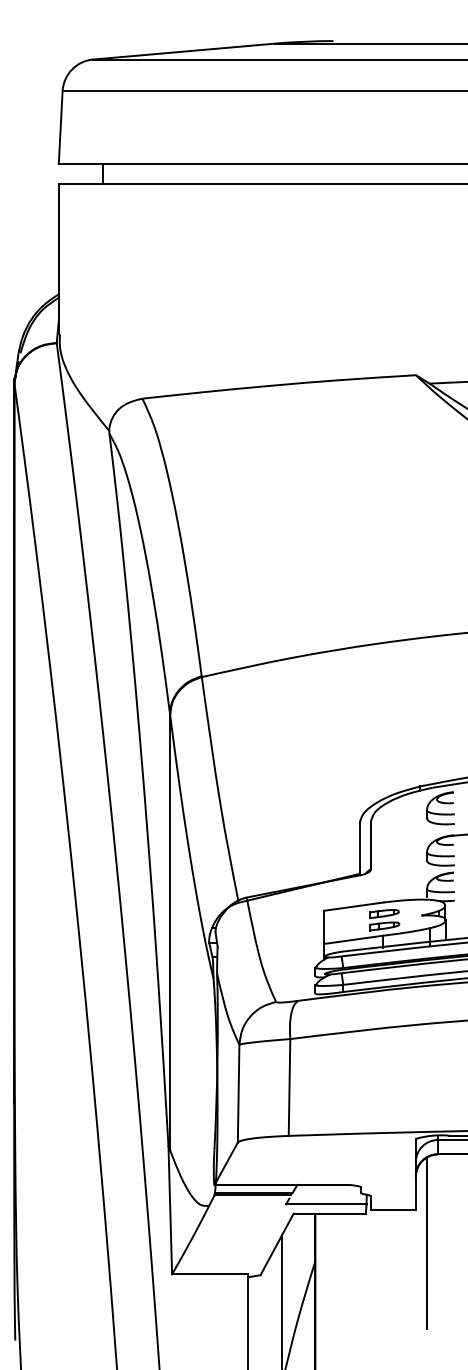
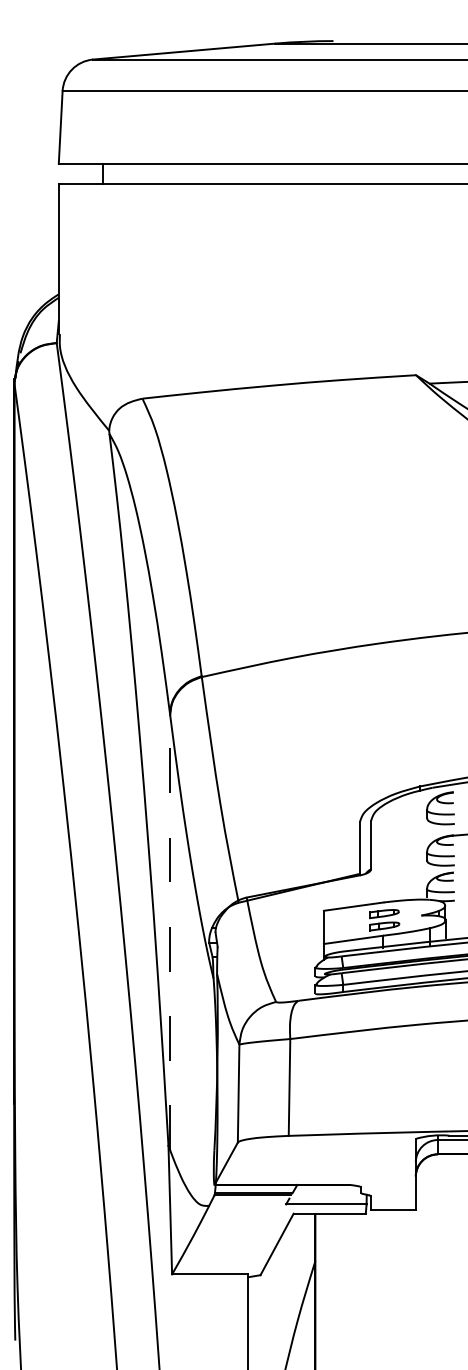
line at (170, 932): solid -> dashed
line at (426, 1242): present -> none
line at (281, 1300): present -> none
